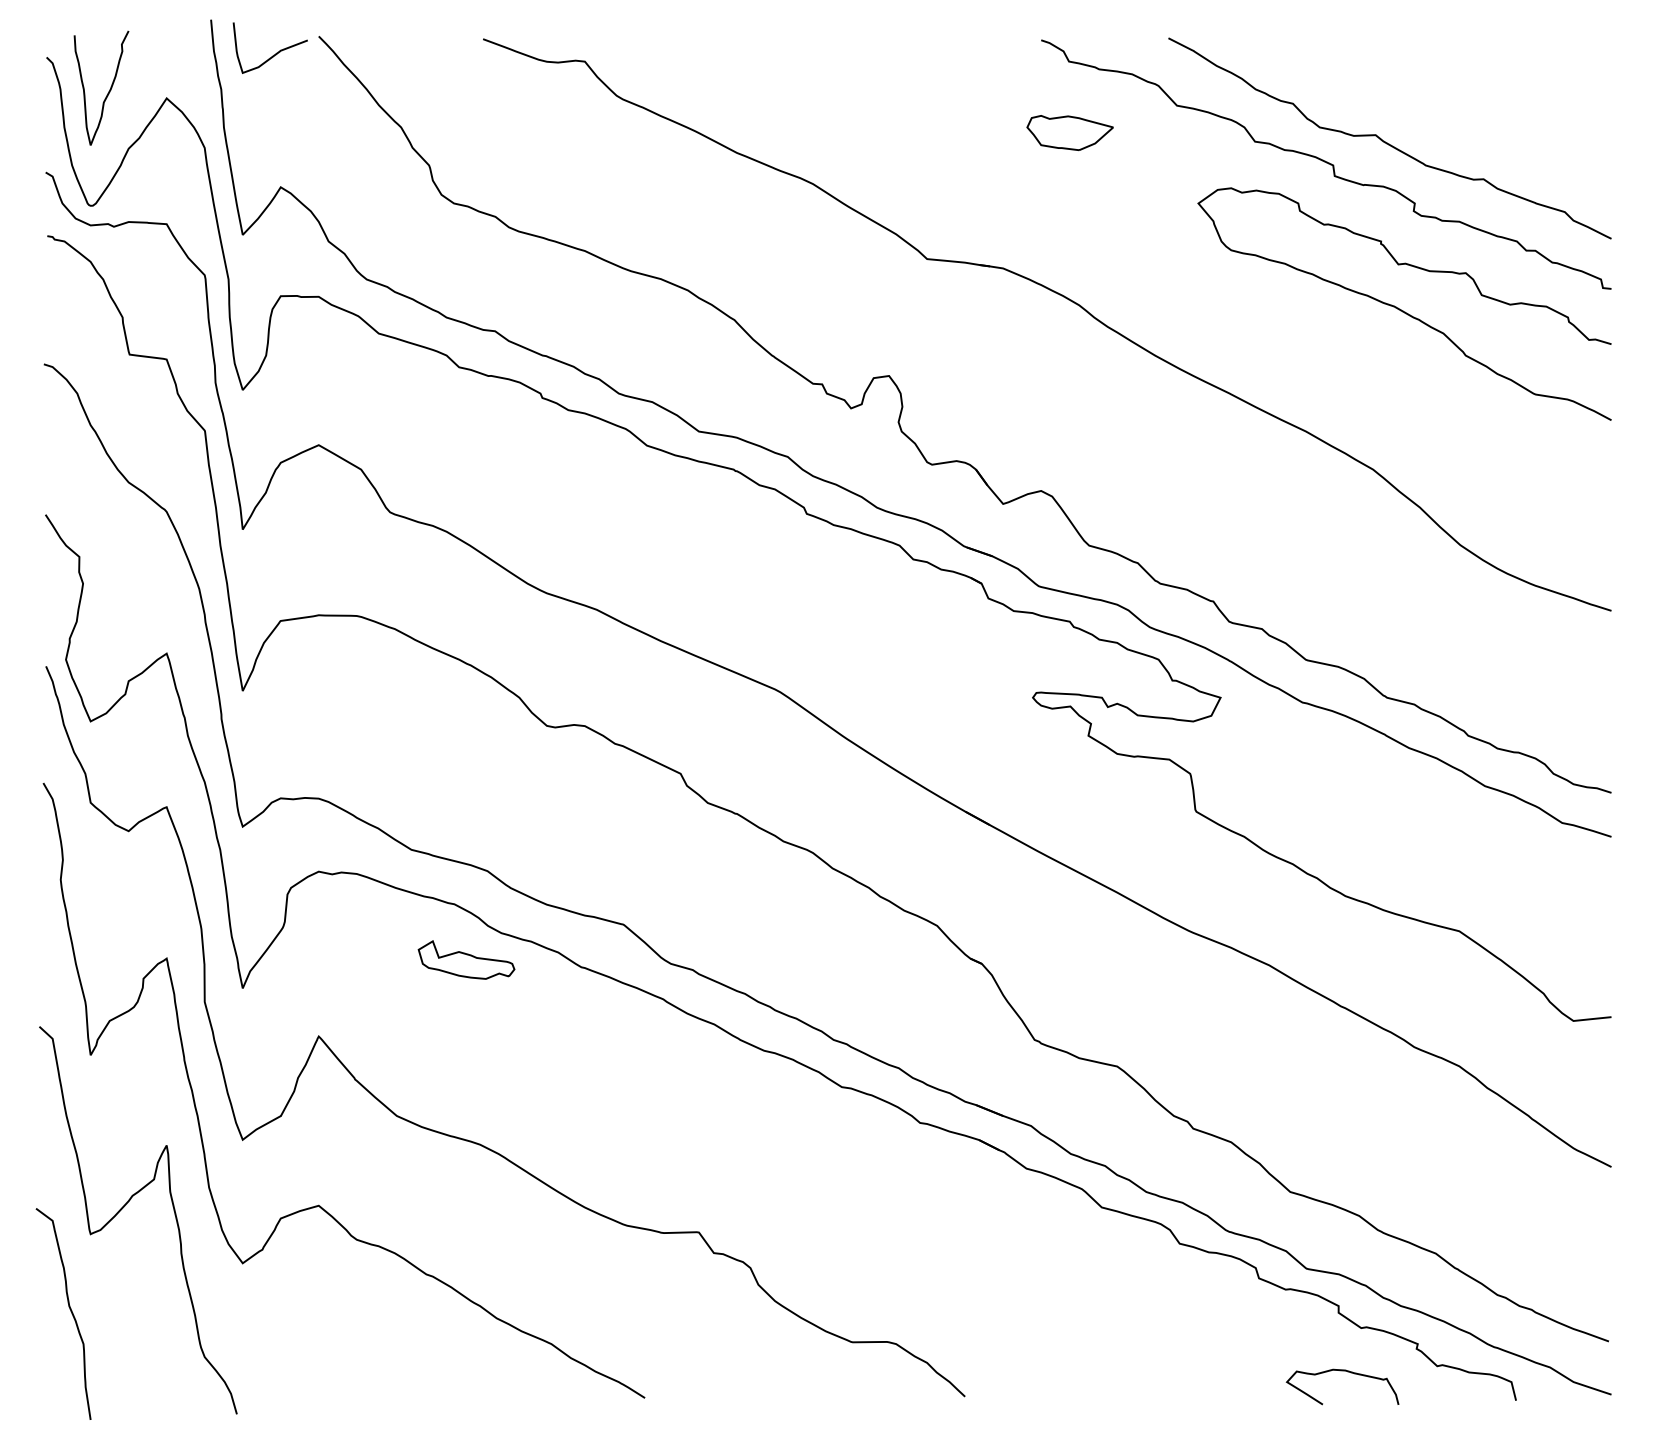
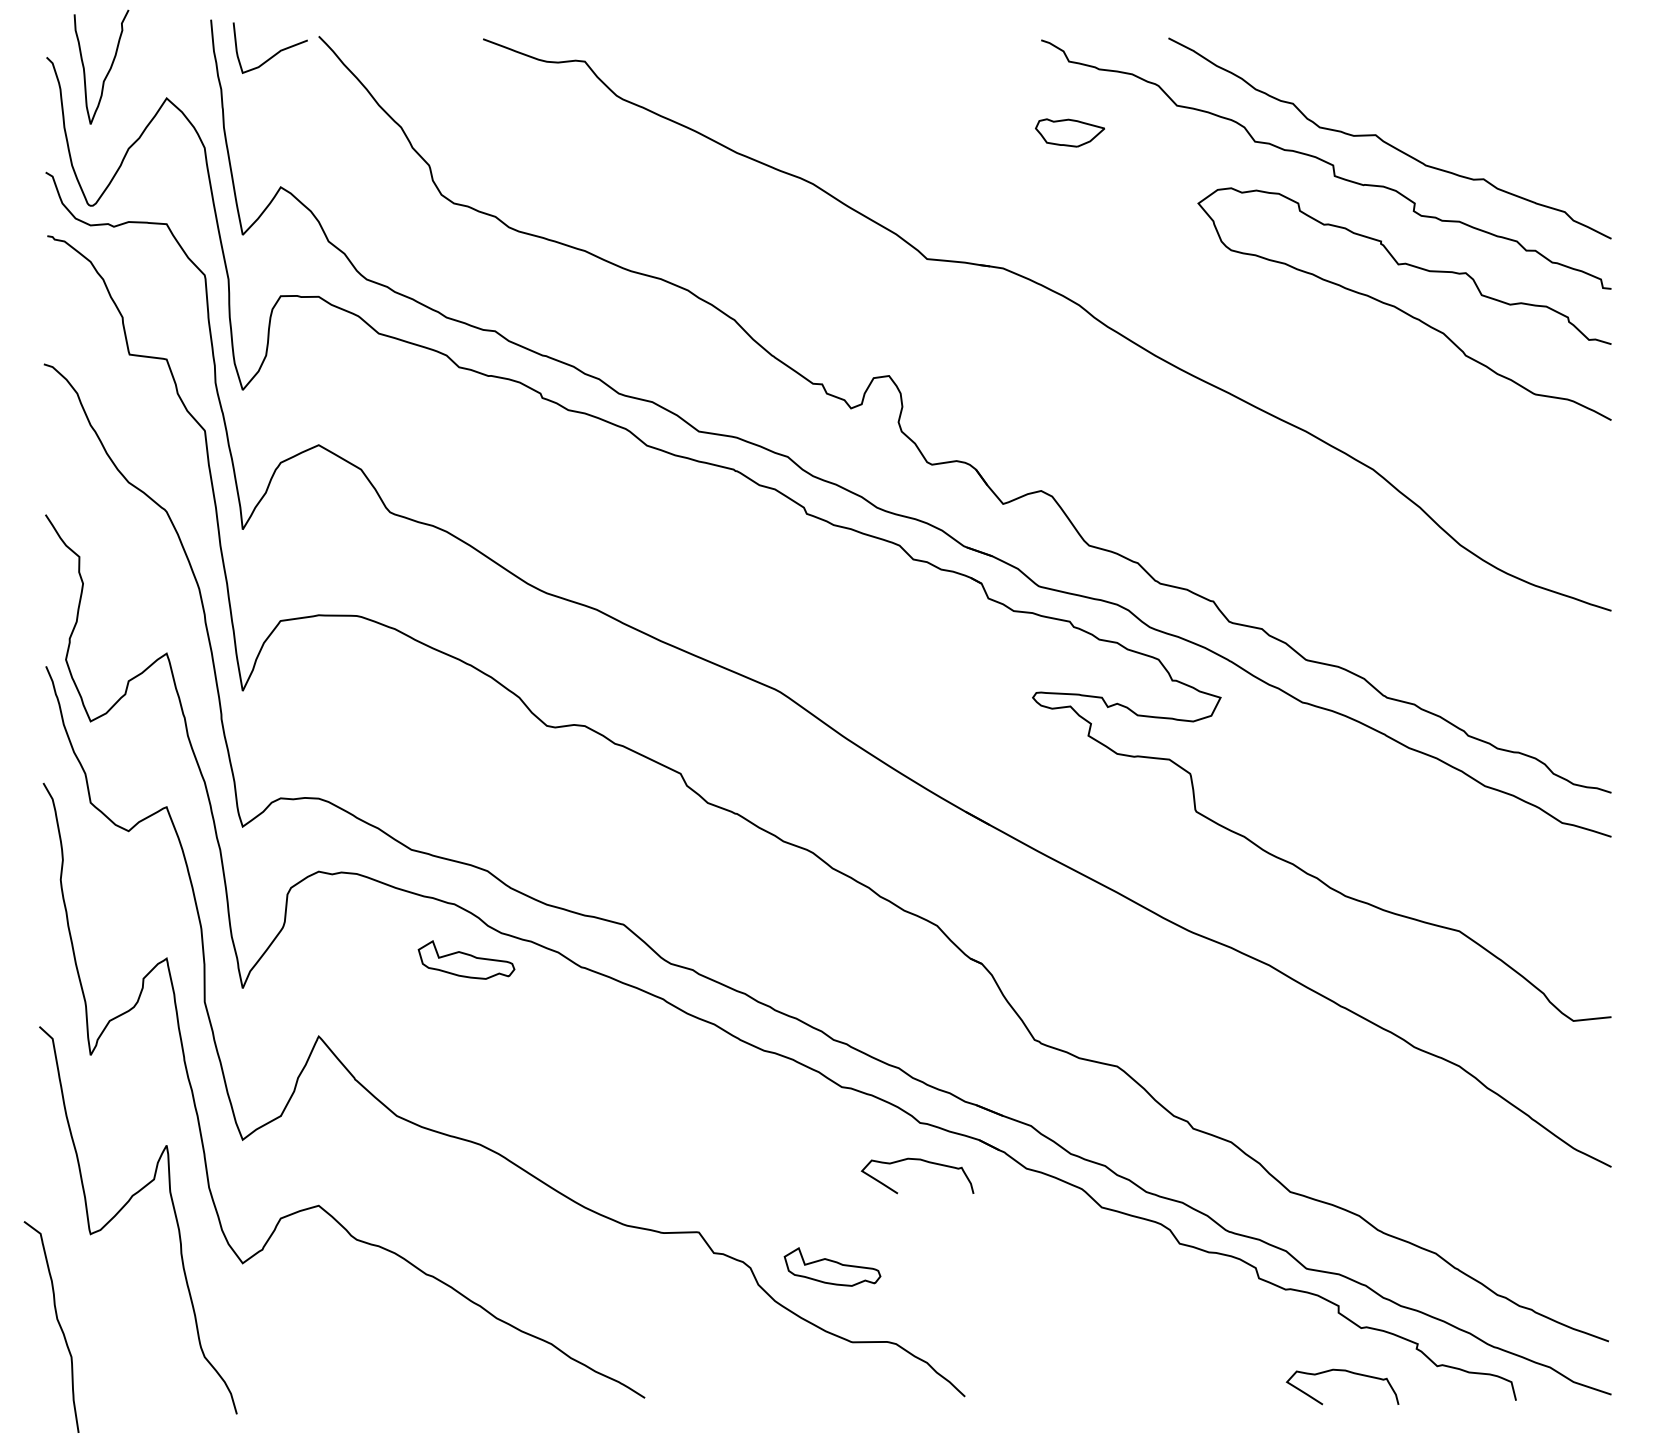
curve at (108, 91) position: (108, 91) -> (108, 70)
part at (1069, 132) size: 88x36 px -> 70x30 px
curve at (922, 1161): none -> present
part at (832, 1266): none -> present
curve at (69, 1309) position: (69, 1309) -> (57, 1322)
